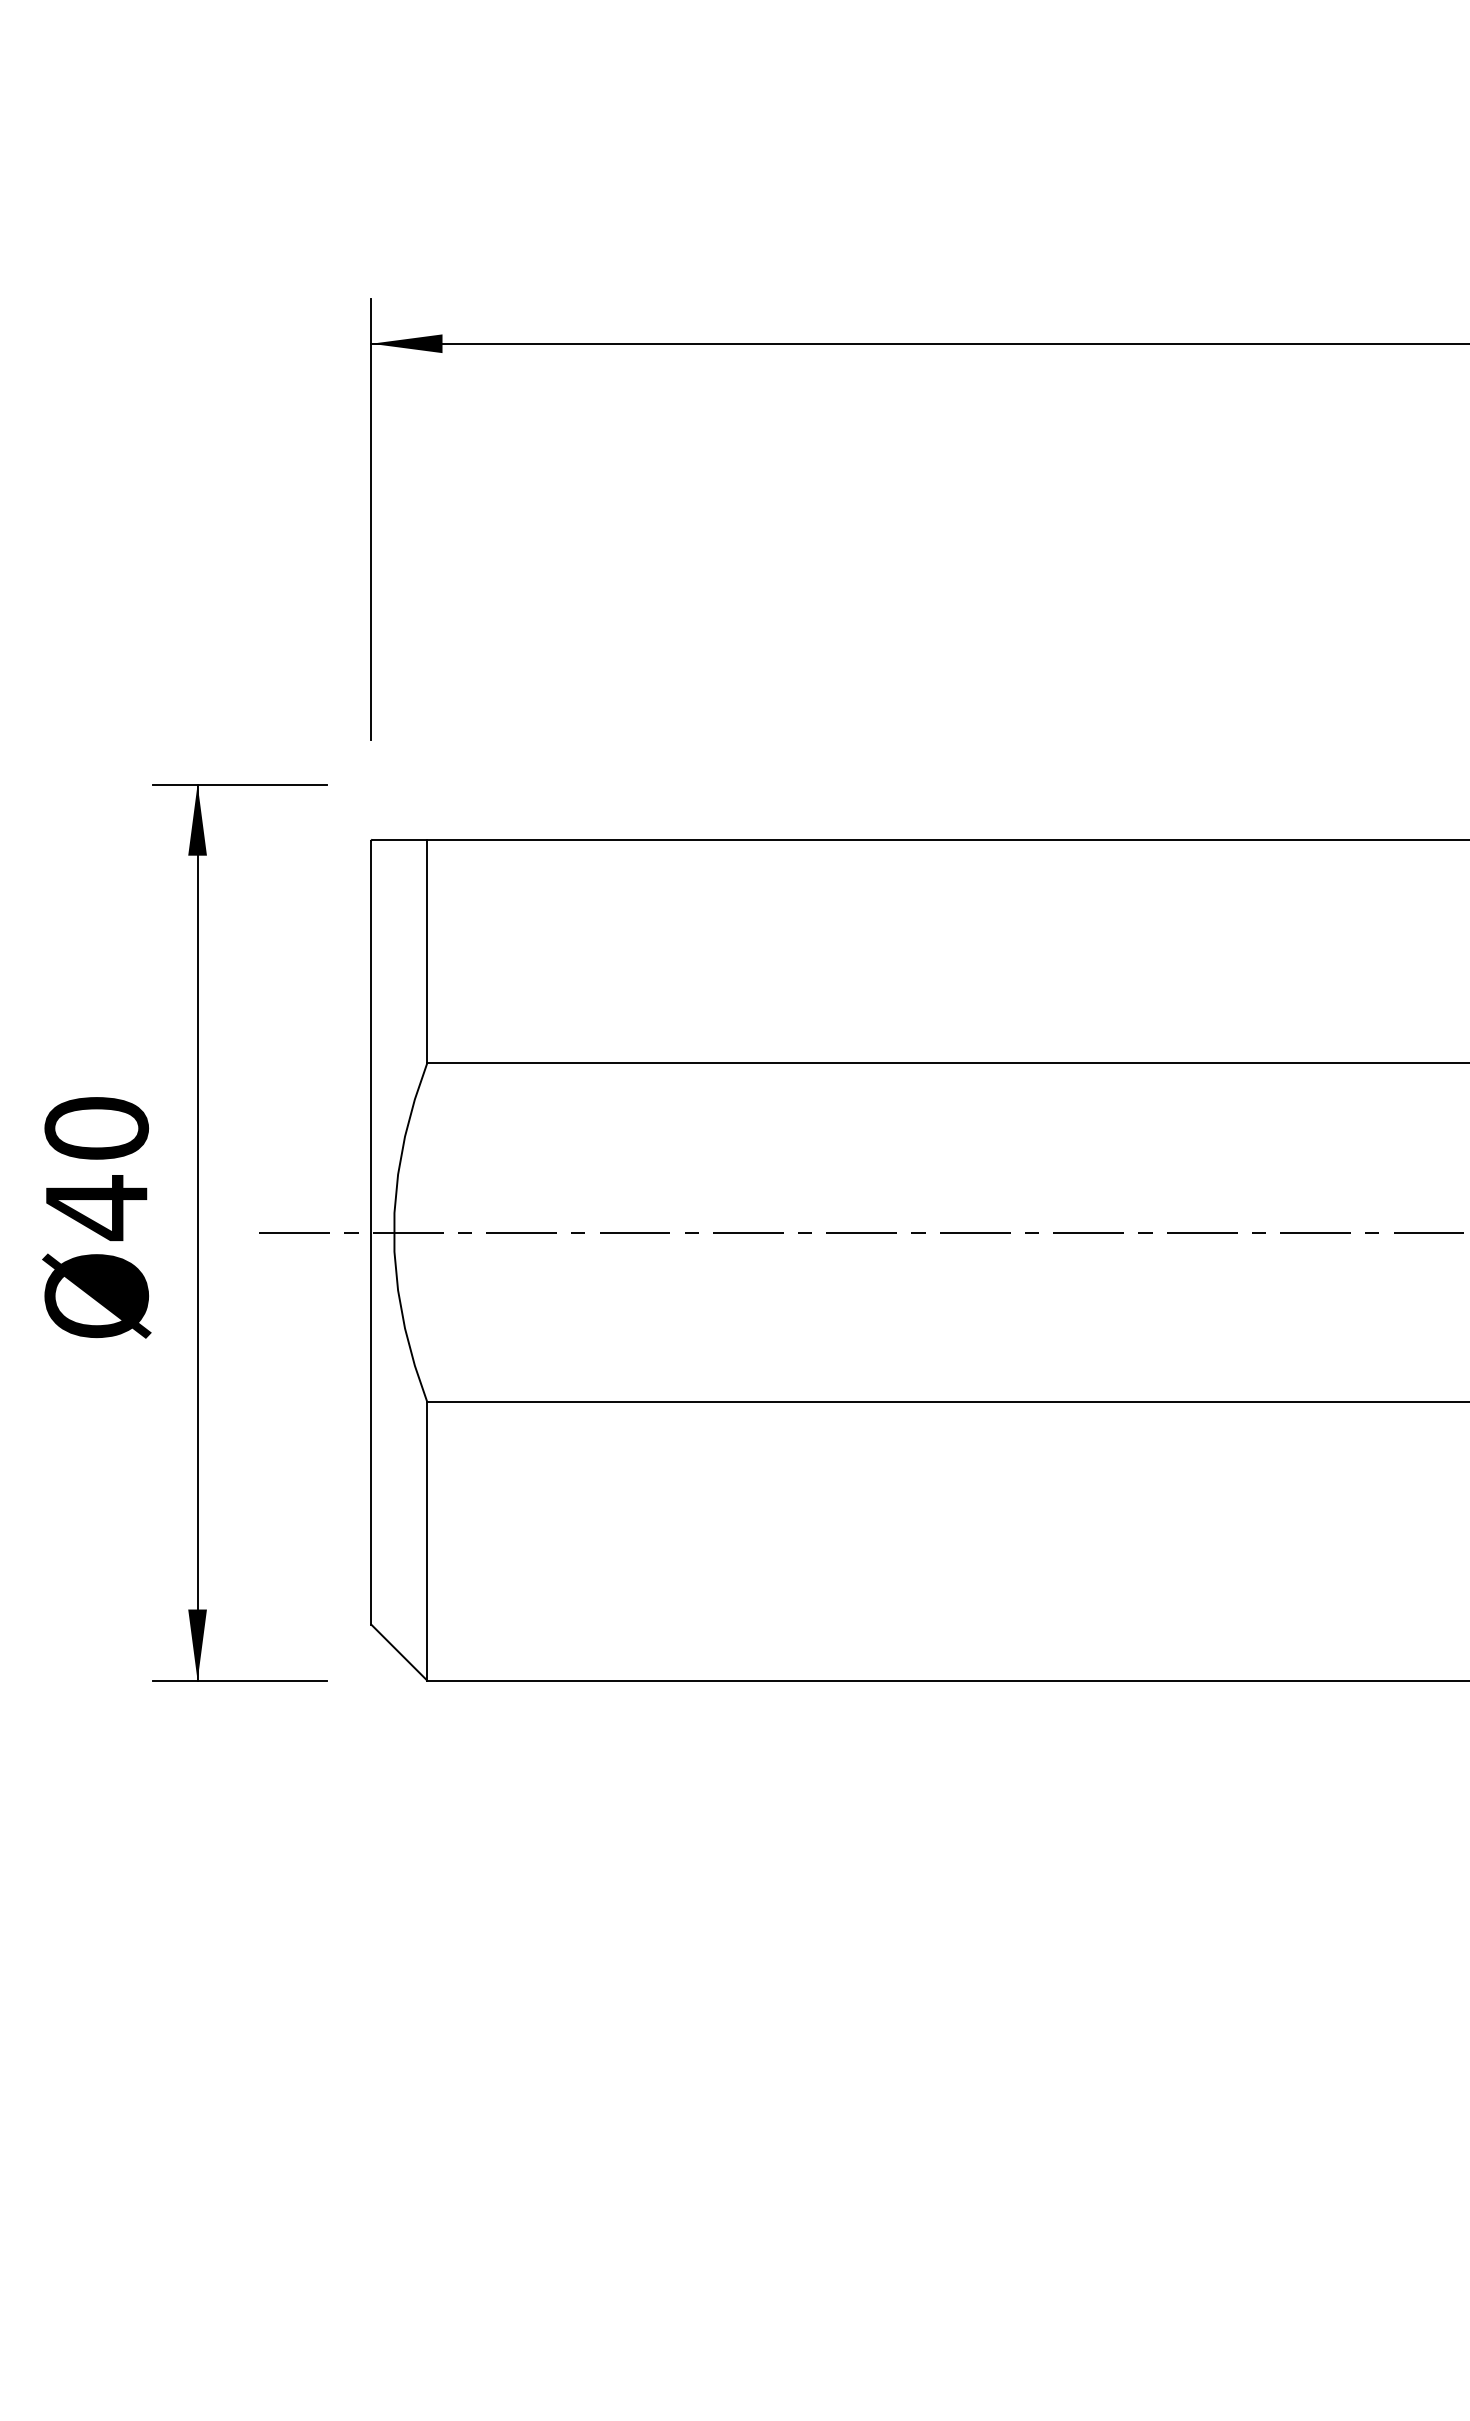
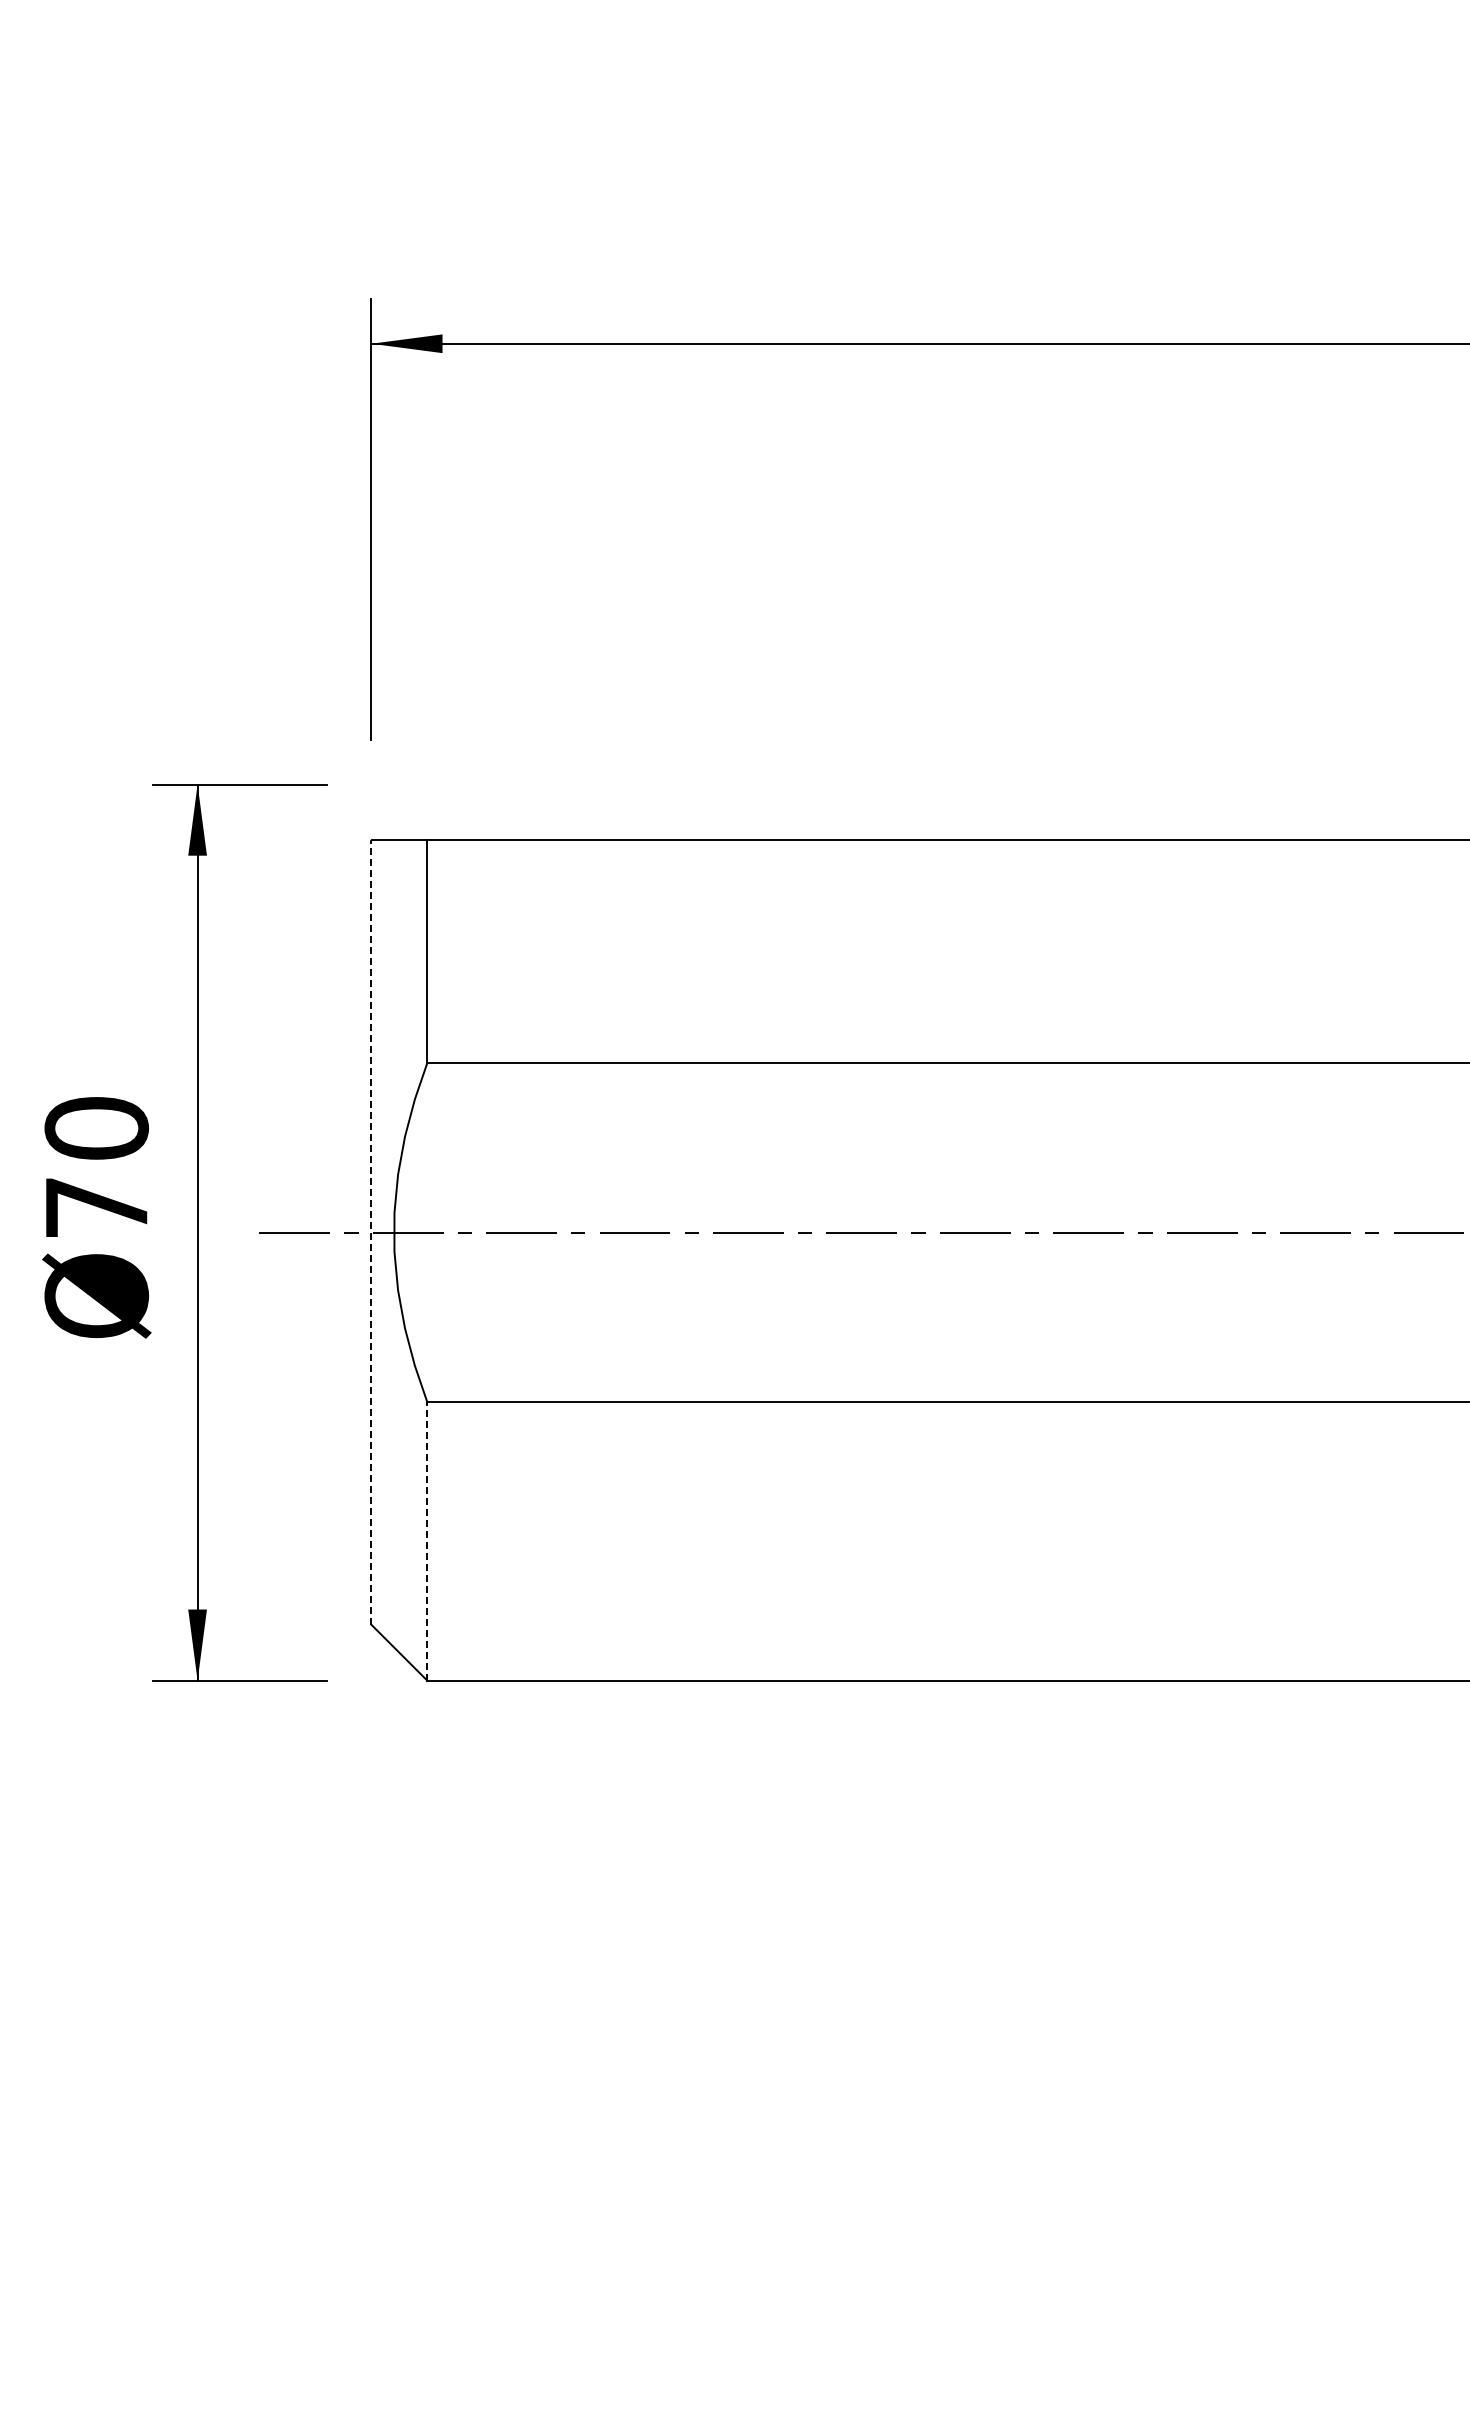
text at (96, 1208): Ø40 -> Ø70
line at (371, 1232): solid -> dashed
line at (427, 1541): solid -> dashed
